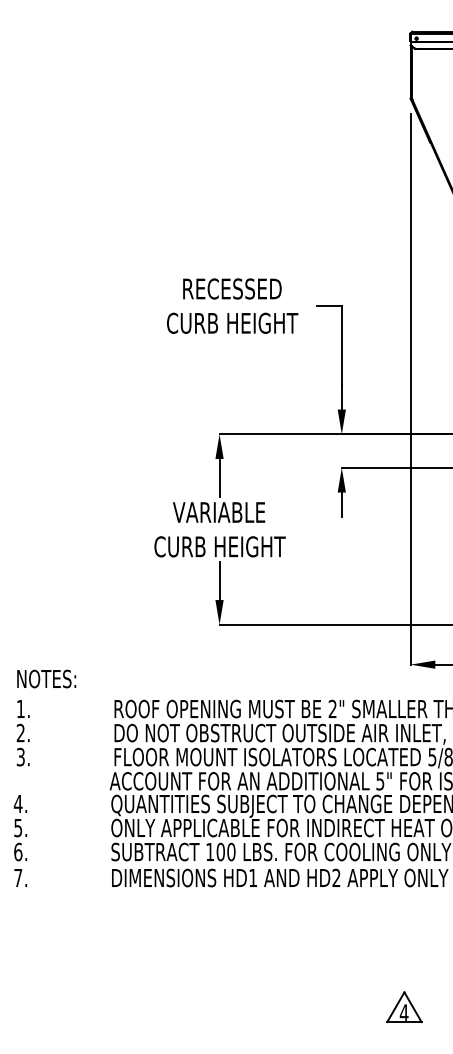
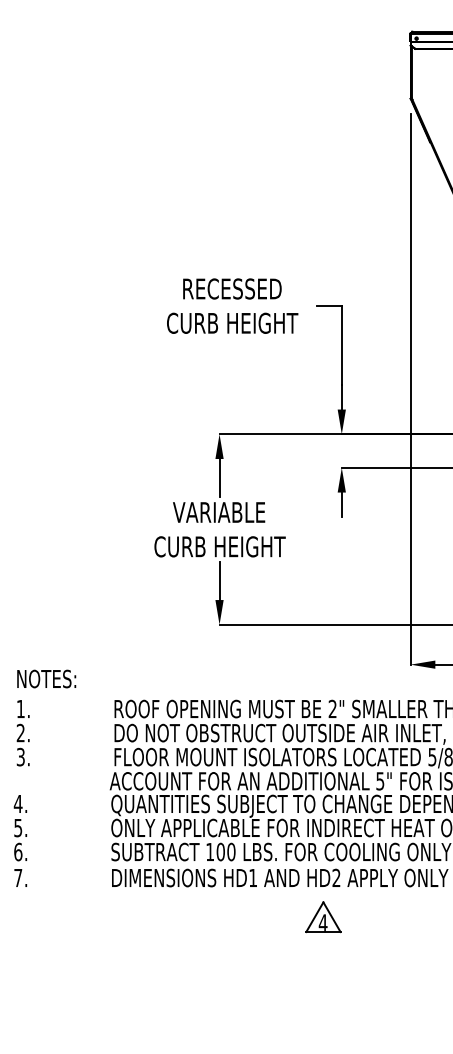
part at (404, 1007) position: (404, 1007) -> (323, 917)
